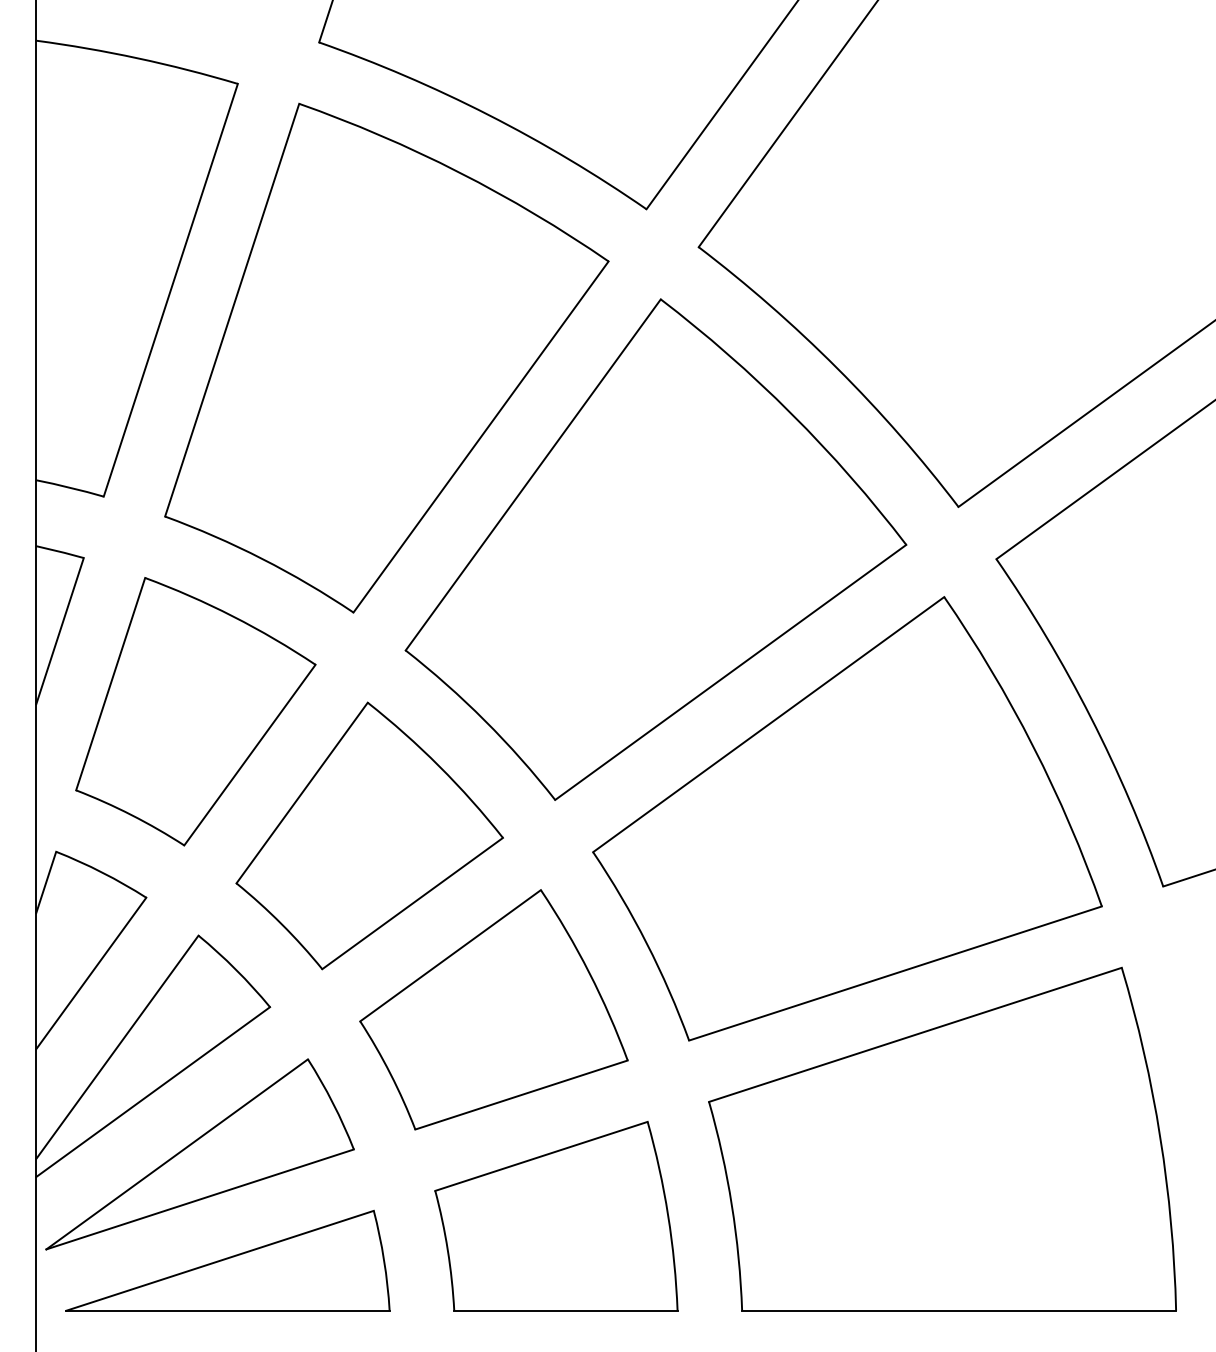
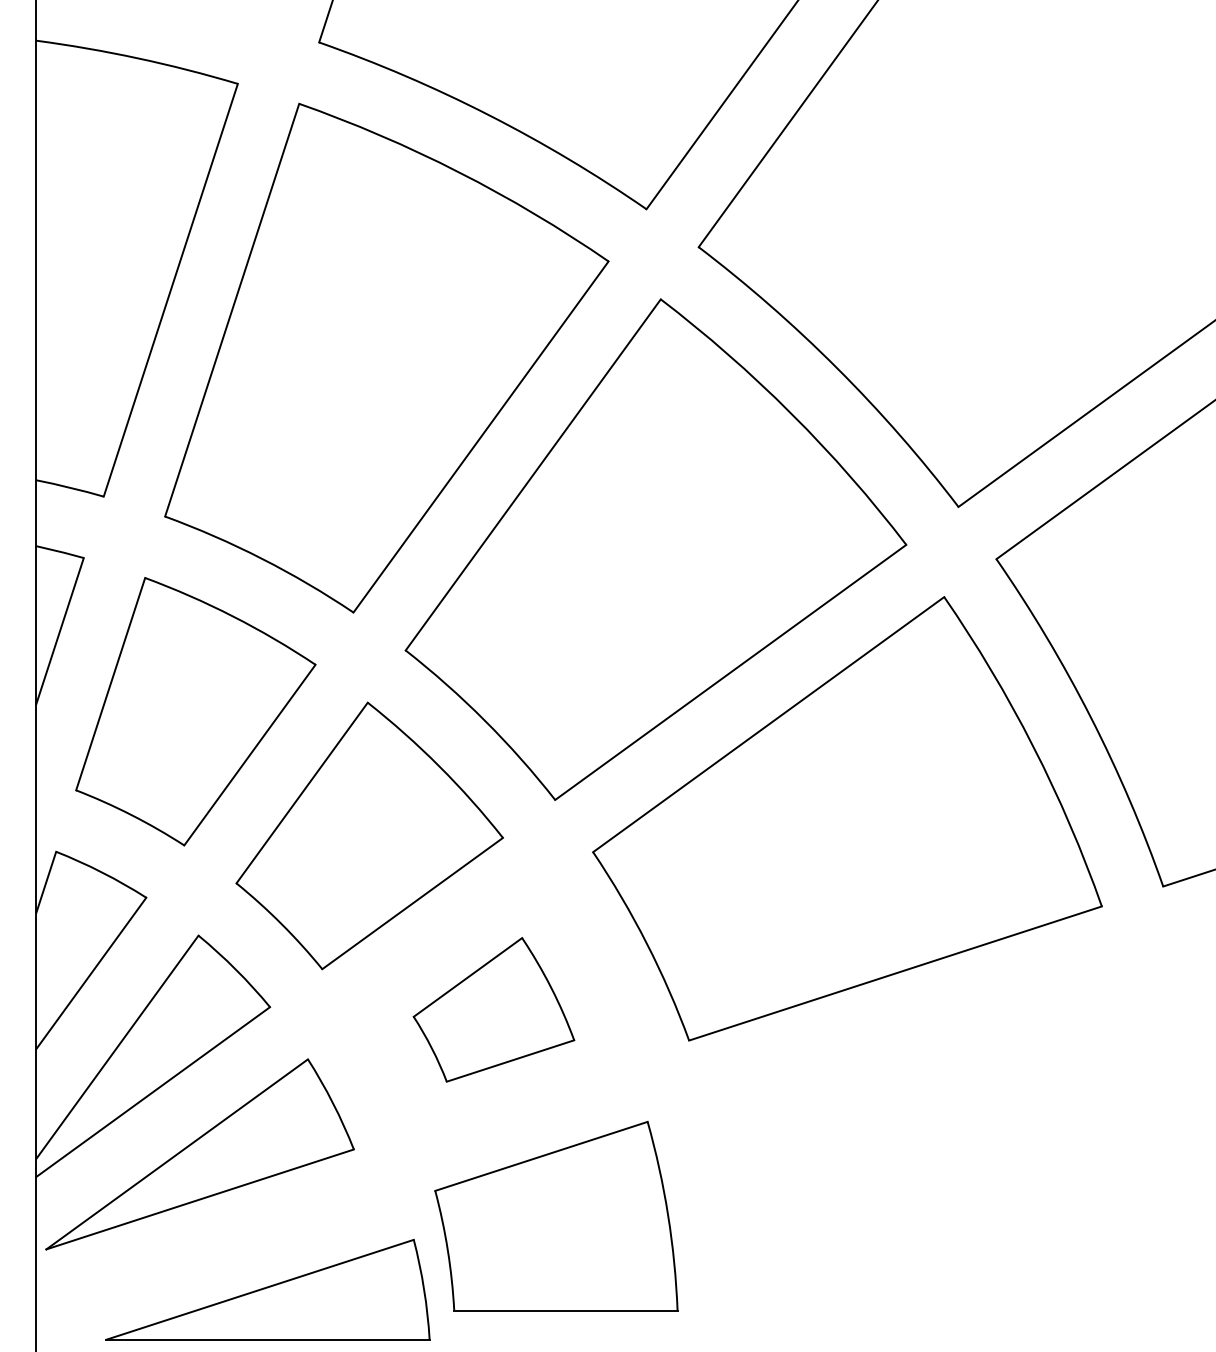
part at (493, 1009) size: 270x242 px -> 164x146 px
part at (942, 1138): present -> none
part at (227, 1260) position: (227, 1260) -> (267, 1289)
